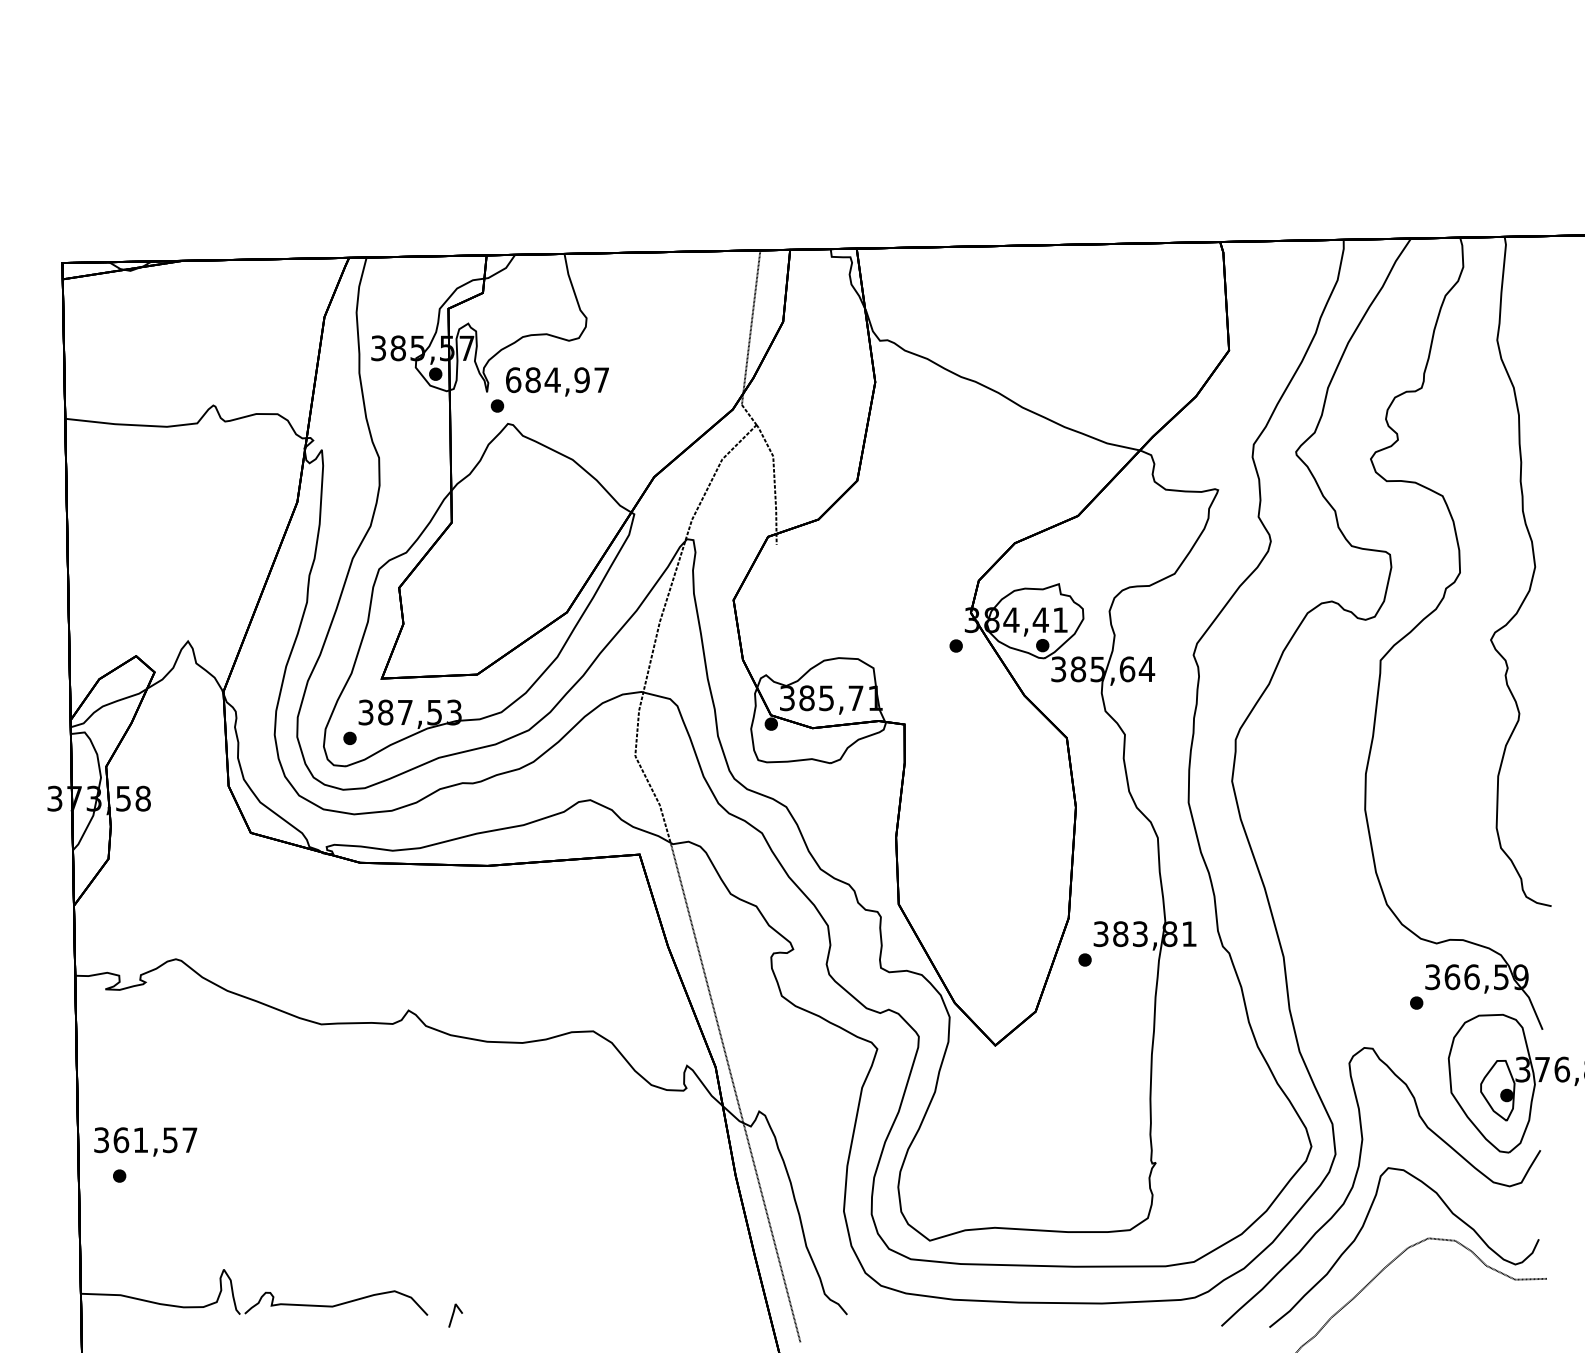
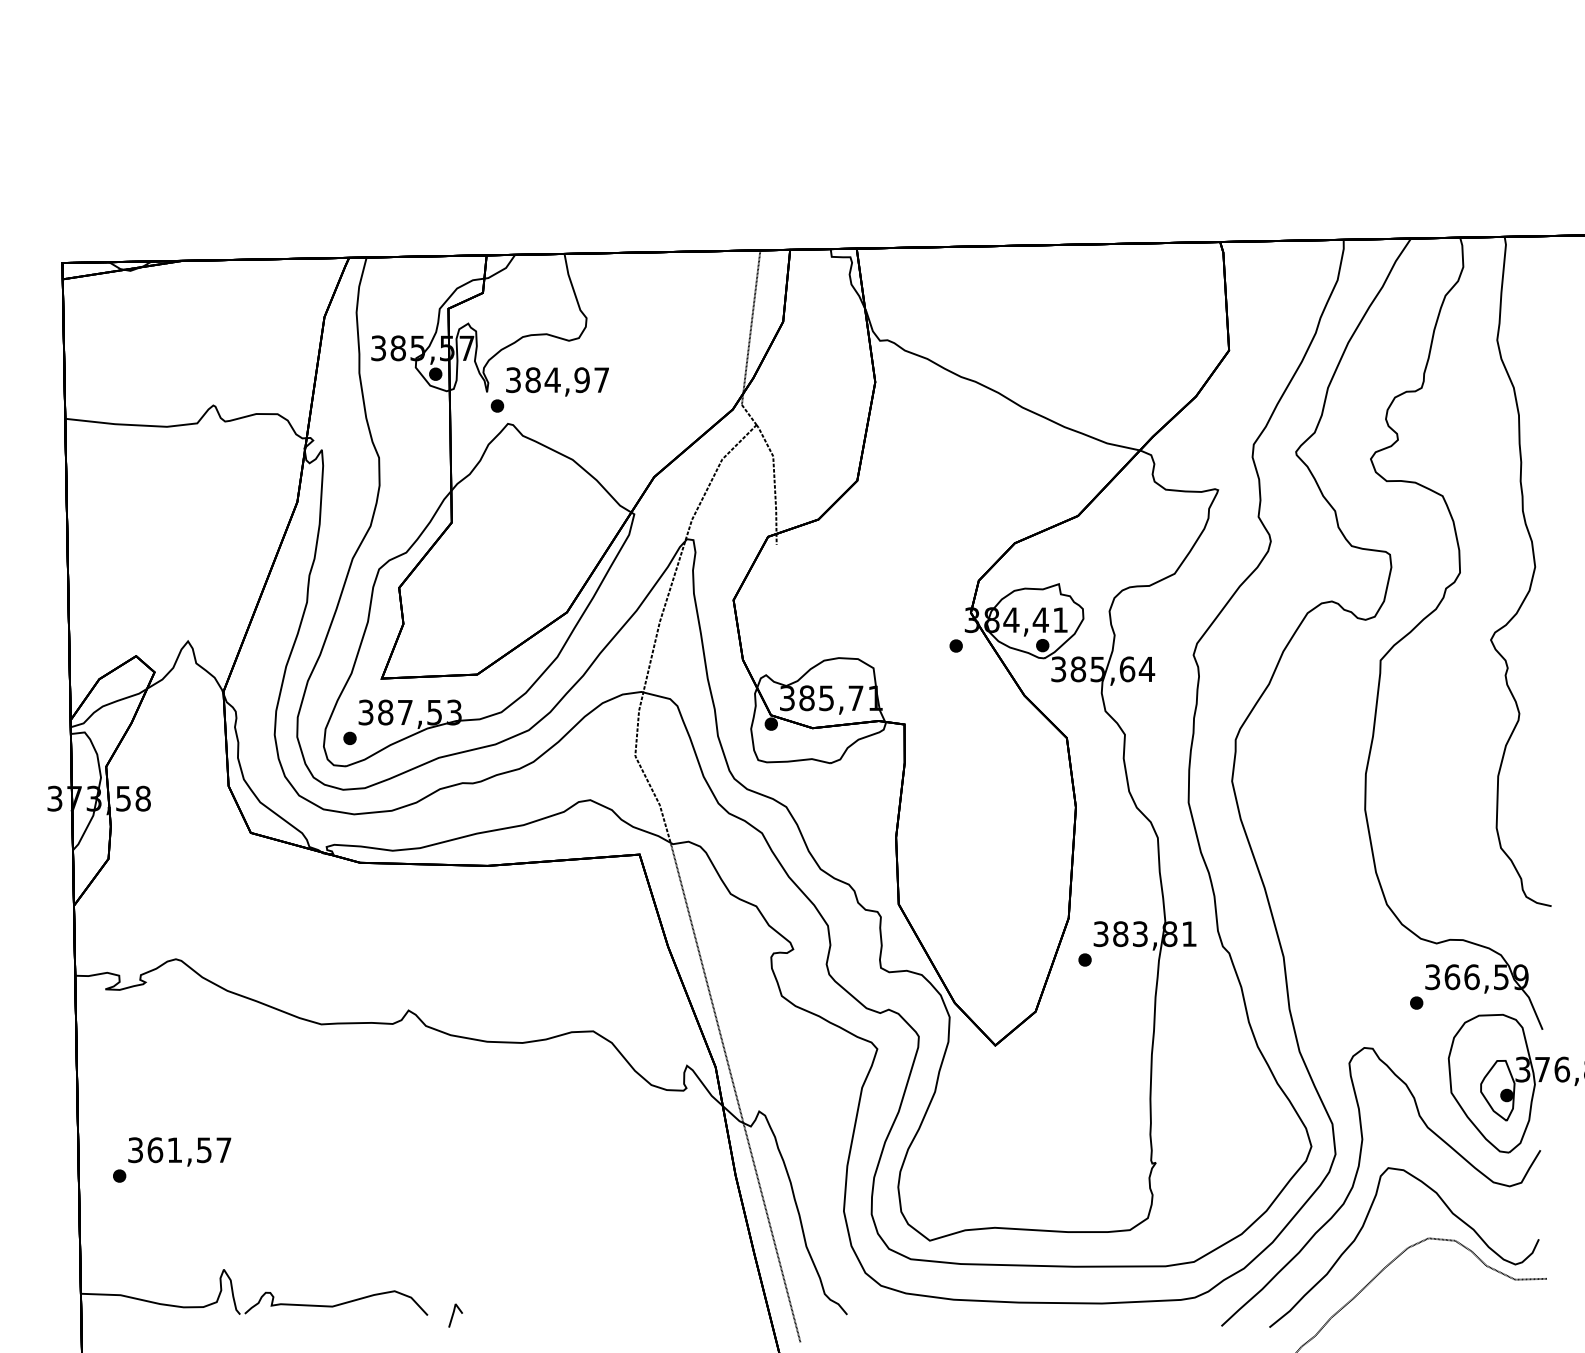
text at (513, 380): 684,97 -> 384,97
text at (145, 1141) position: (145, 1141) -> (179, 1151)
